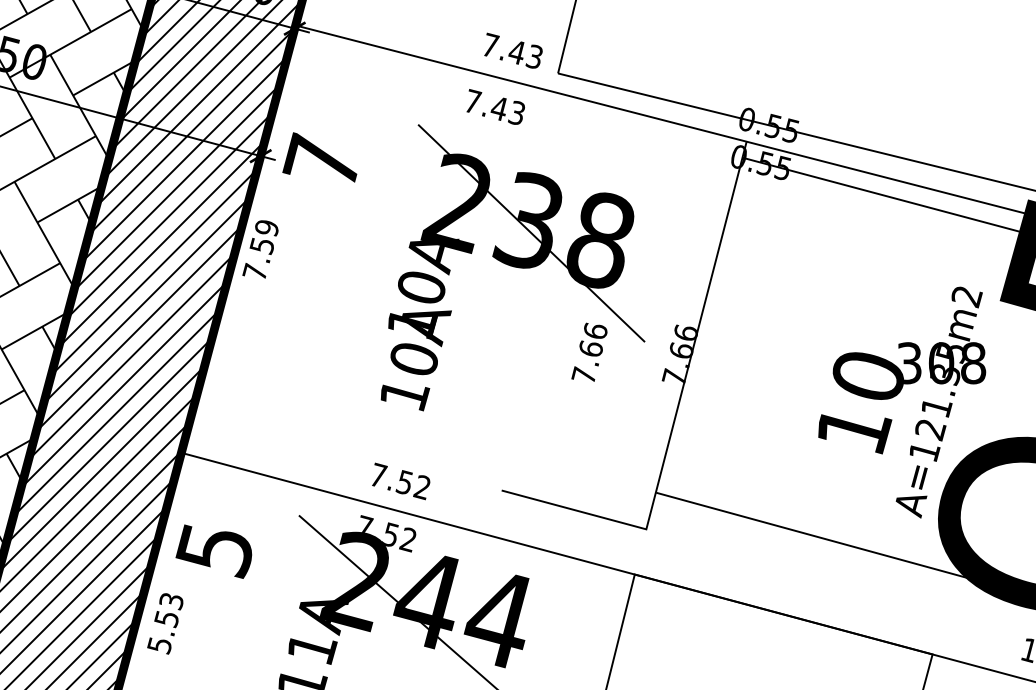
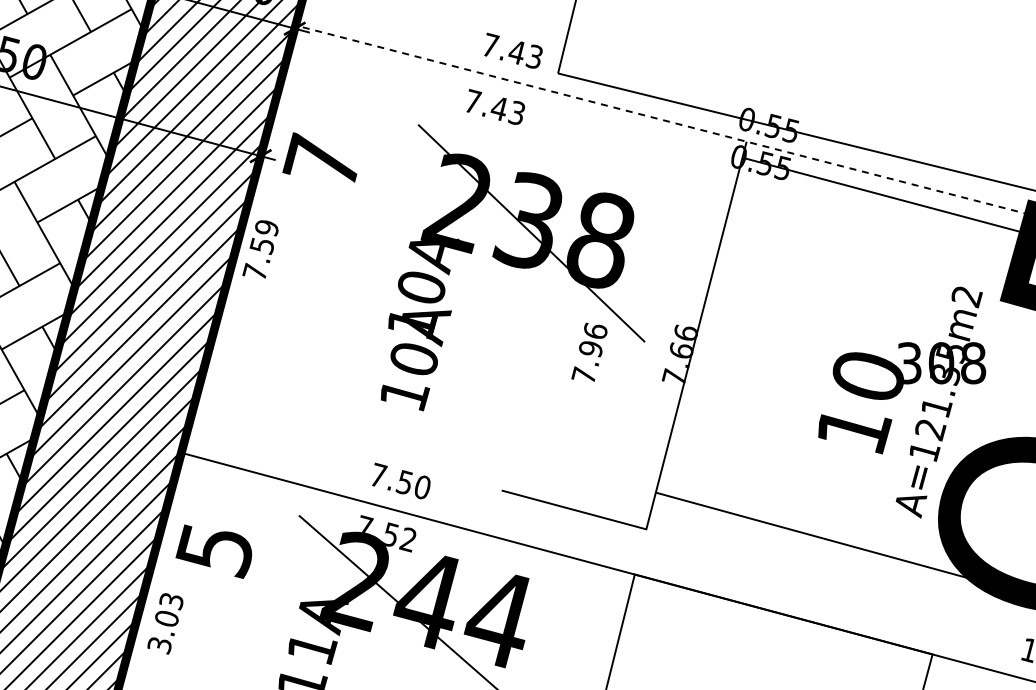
line at (666, 120): solid -> dashed
text at (590, 348): 7.66 -> 7.96
text at (421, 487): 7.52 -> 7.50
text at (162, 632): 5.53 -> 3.03
